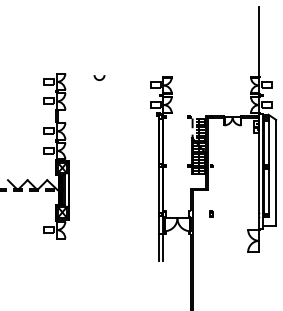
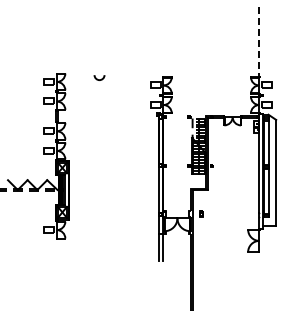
line at (259, 42): solid -> dashed
part at (211, 213) position: (211, 213) -> (201, 213)
